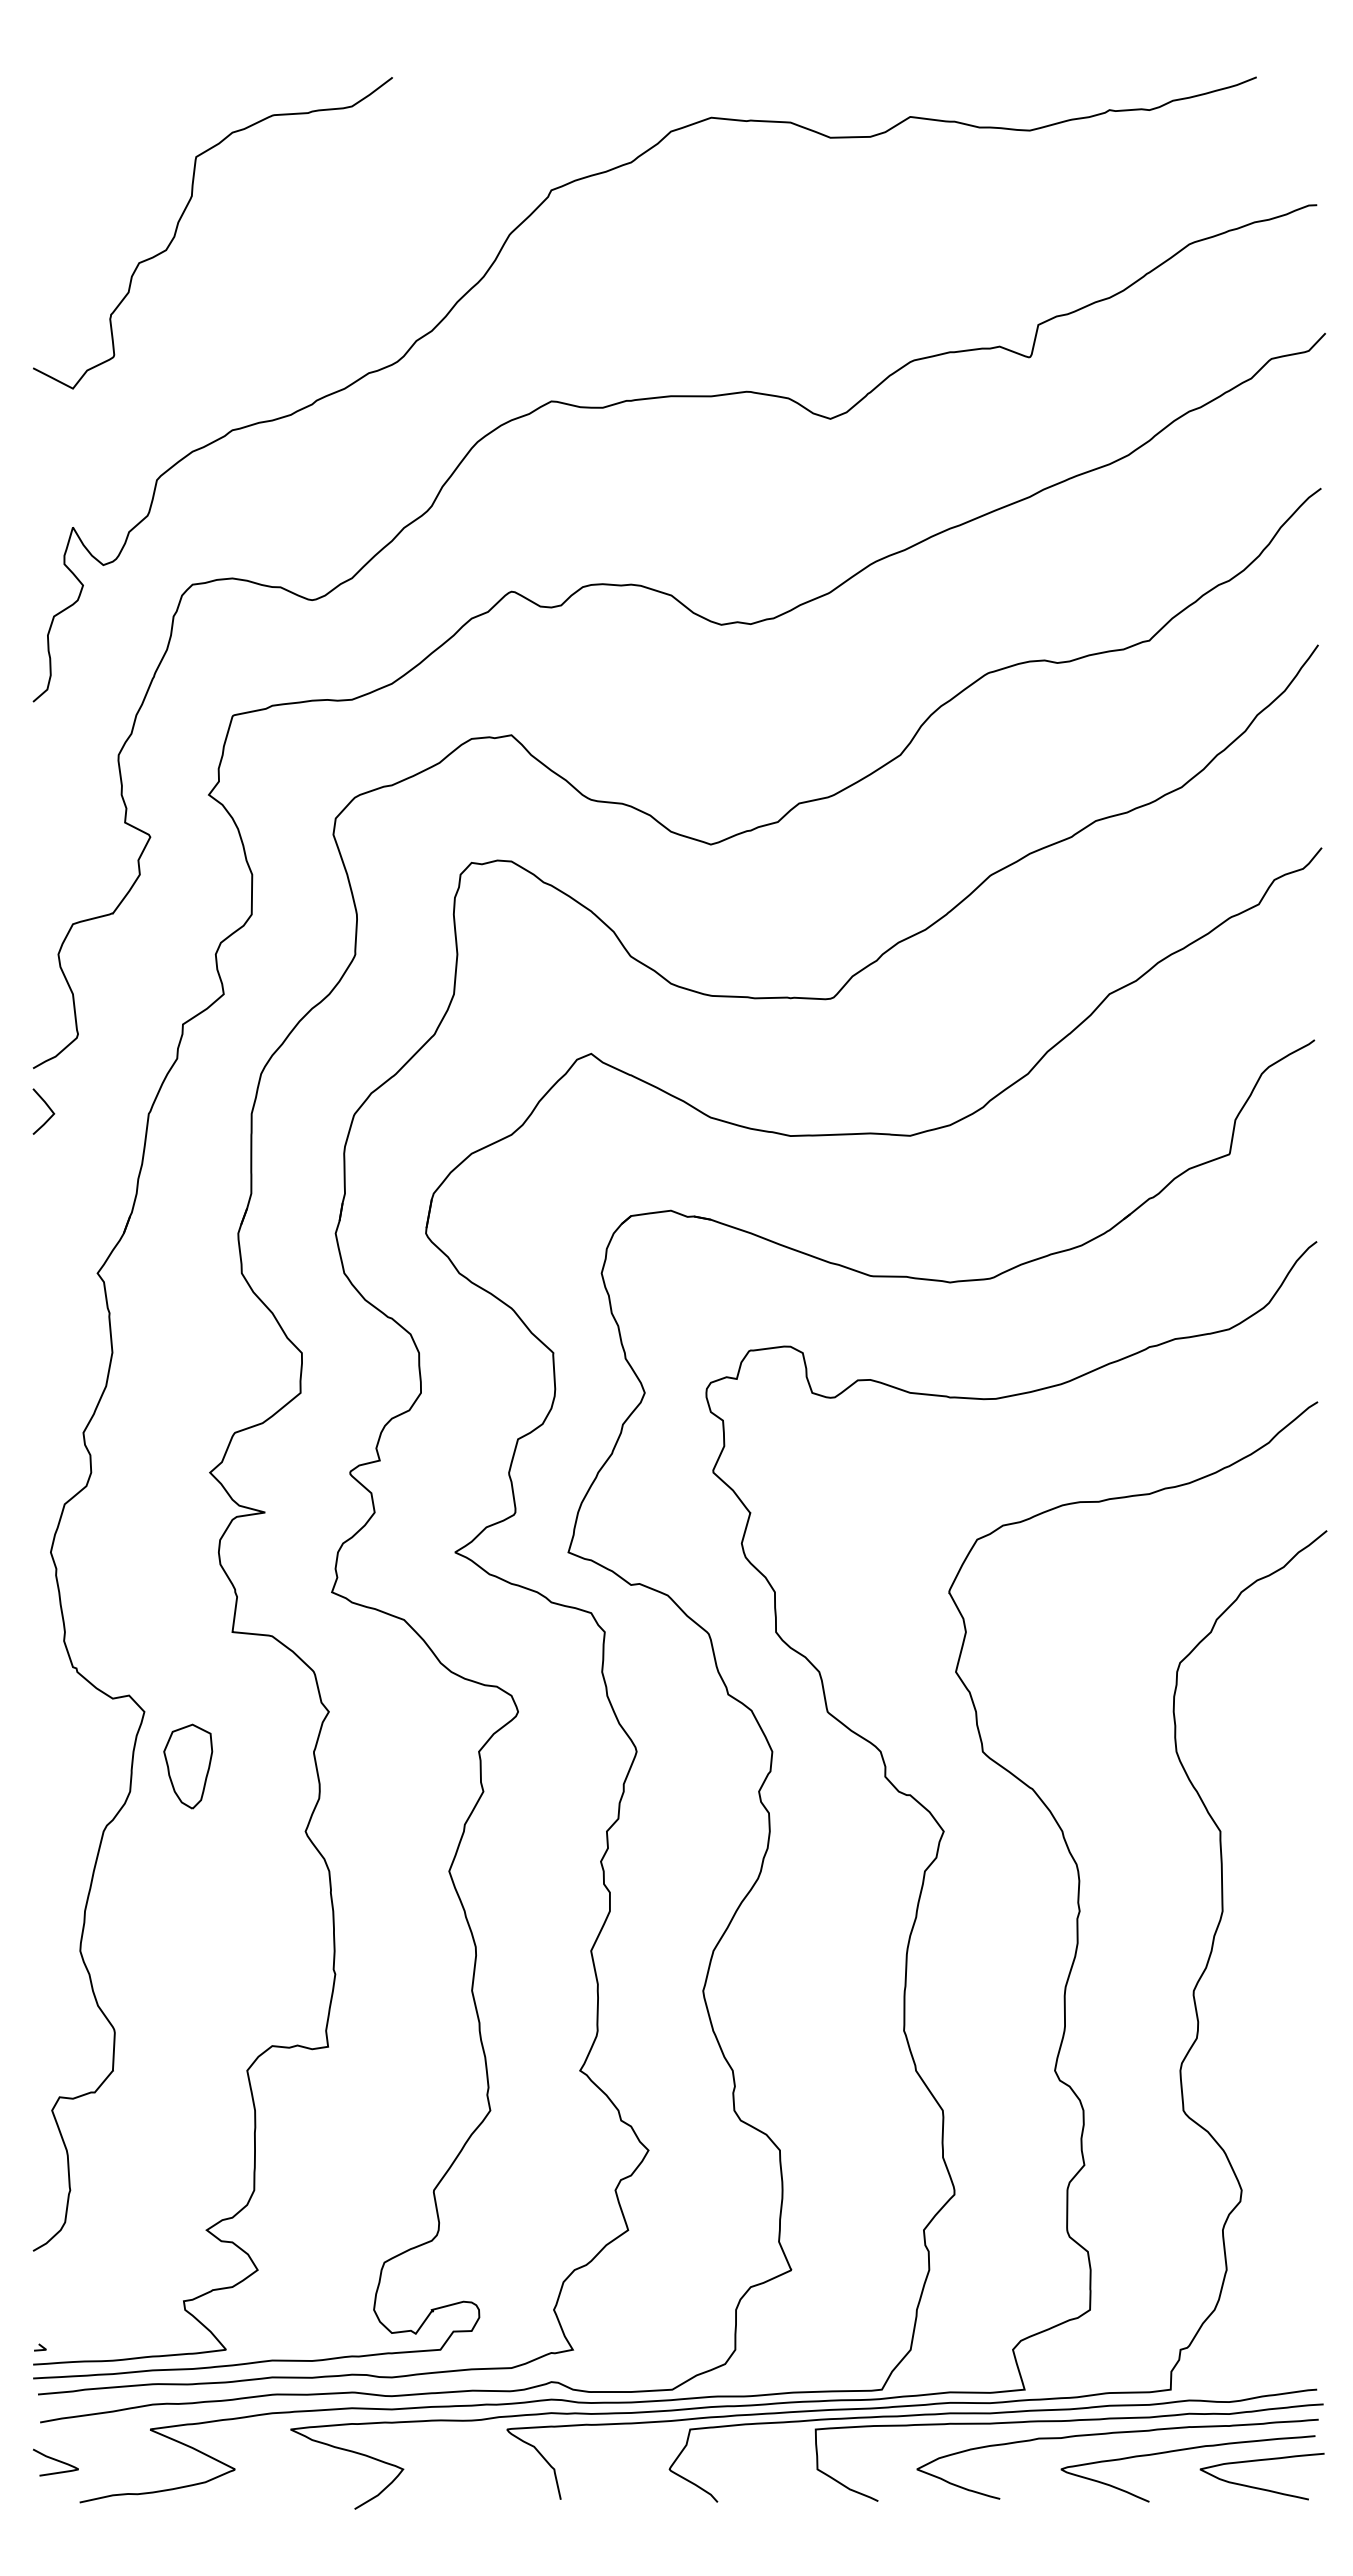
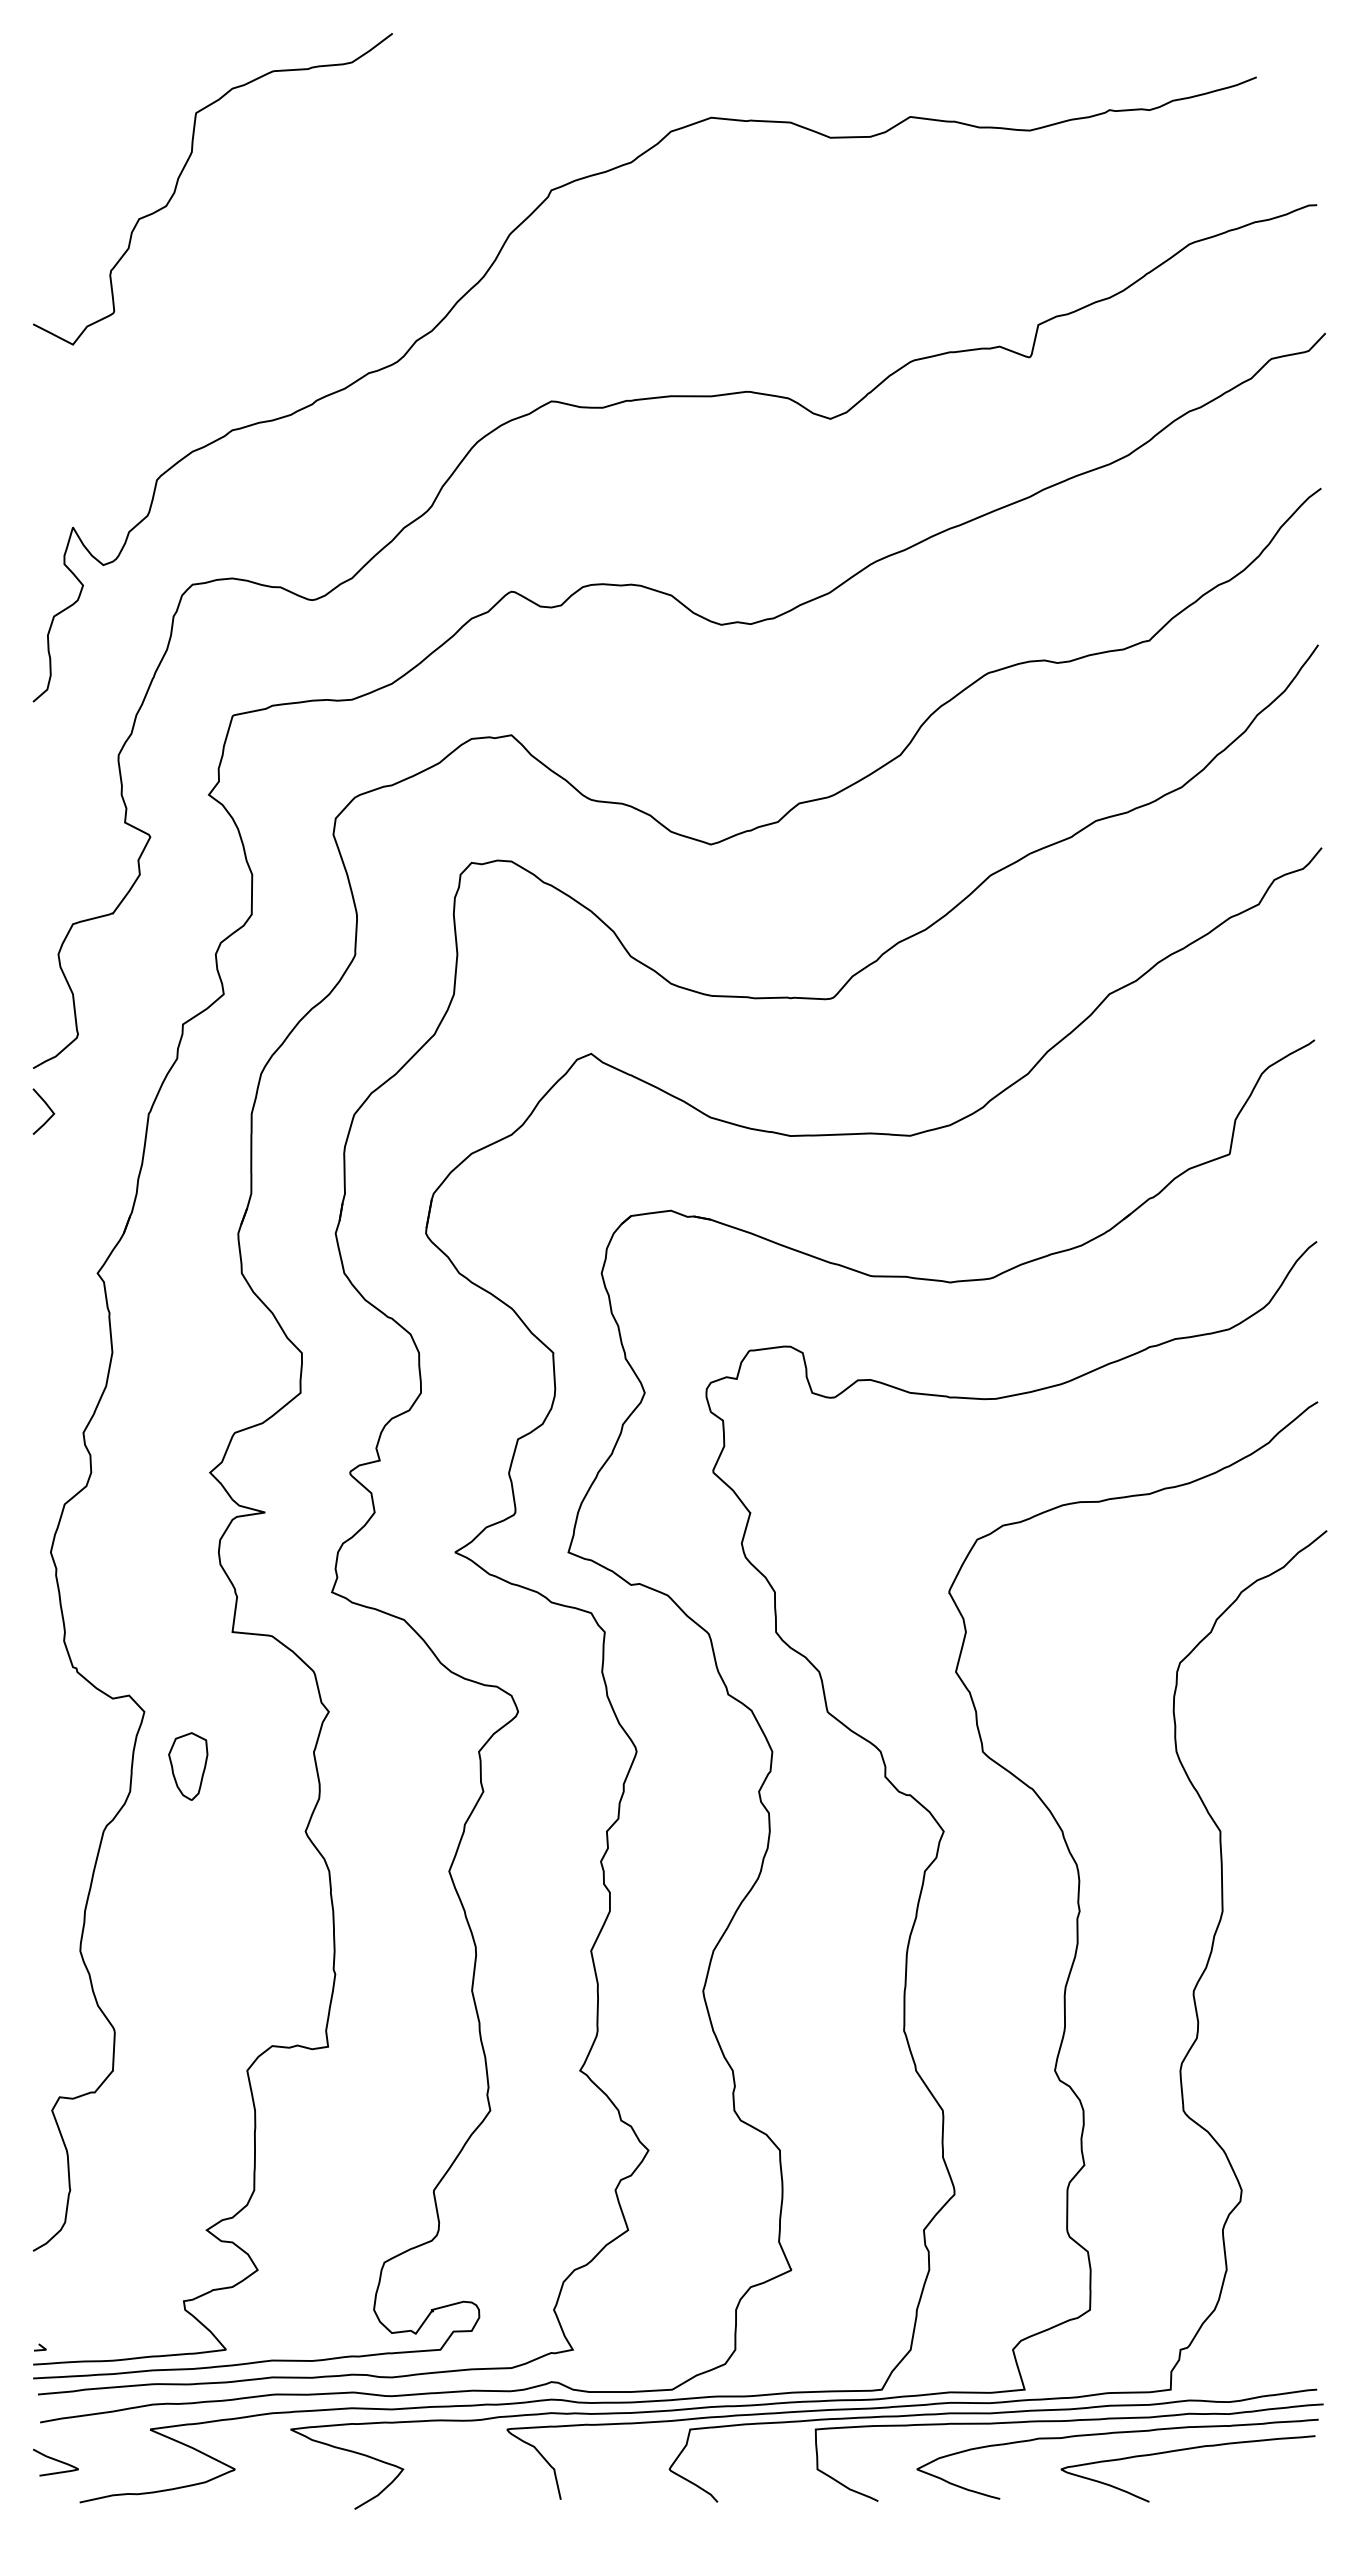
curve at (184, 213) position: (184, 213) -> (184, 169)
part at (188, 1766) size: 51x87 px -> 41x69 px
curve at (1259, 2487): present -> none
